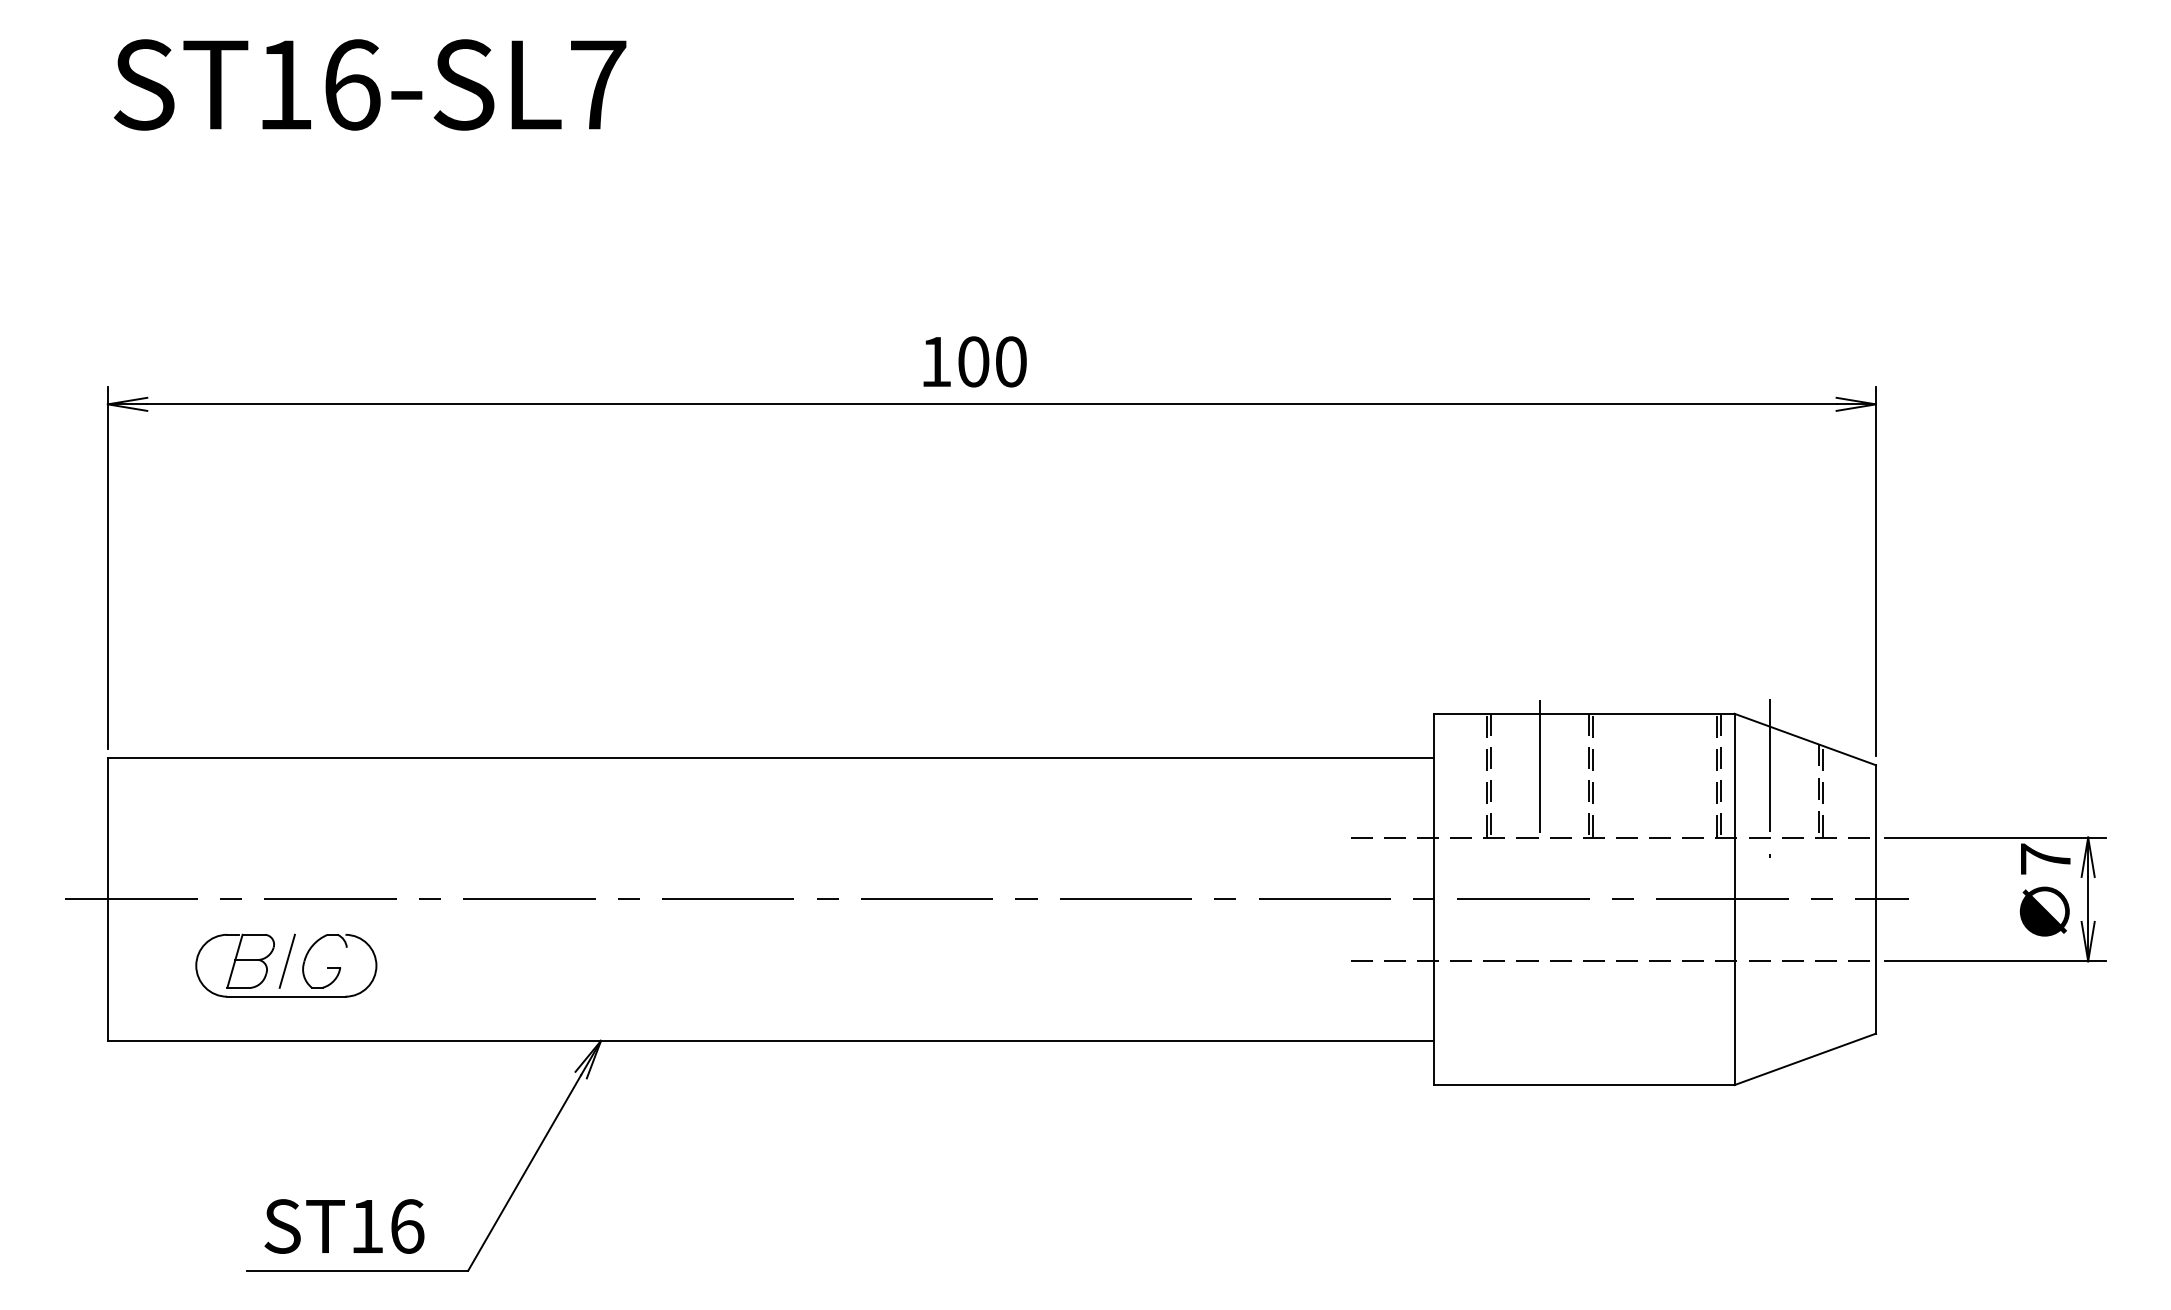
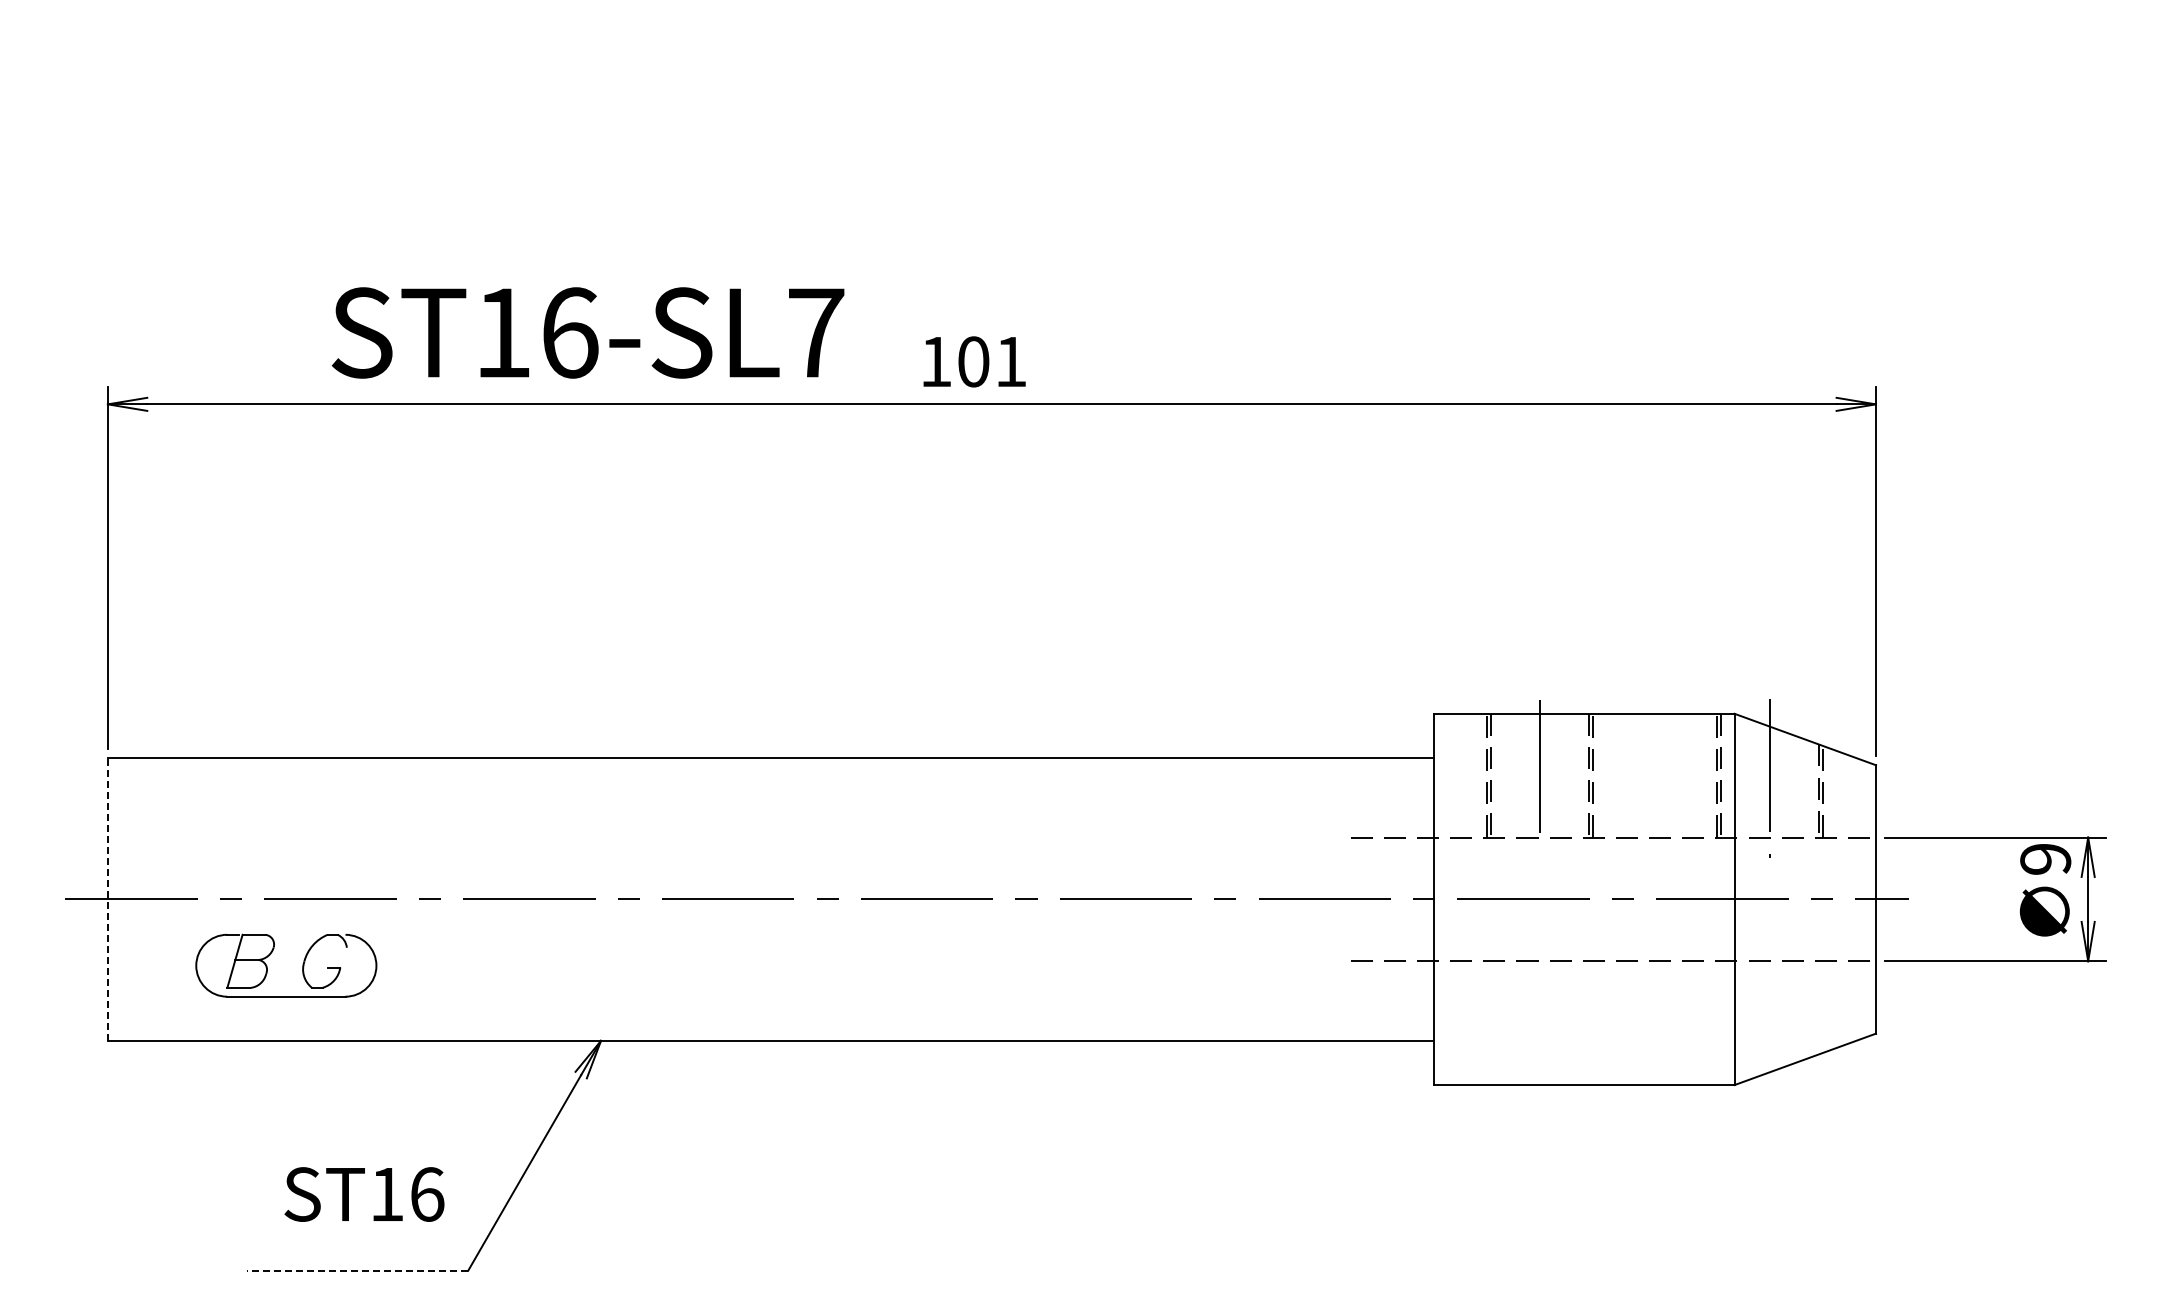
text at (369, 84) position: (369, 84) -> (587, 332)
text at (1011, 361): 100 -> 101
text at (2045, 858): 7 -> 9
line at (107, 898): solid -> dashed
line at (286, 960): present -> none
text at (344, 1226) position: (344, 1226) -> (364, 1194)
line at (357, 1270): solid -> dashed
